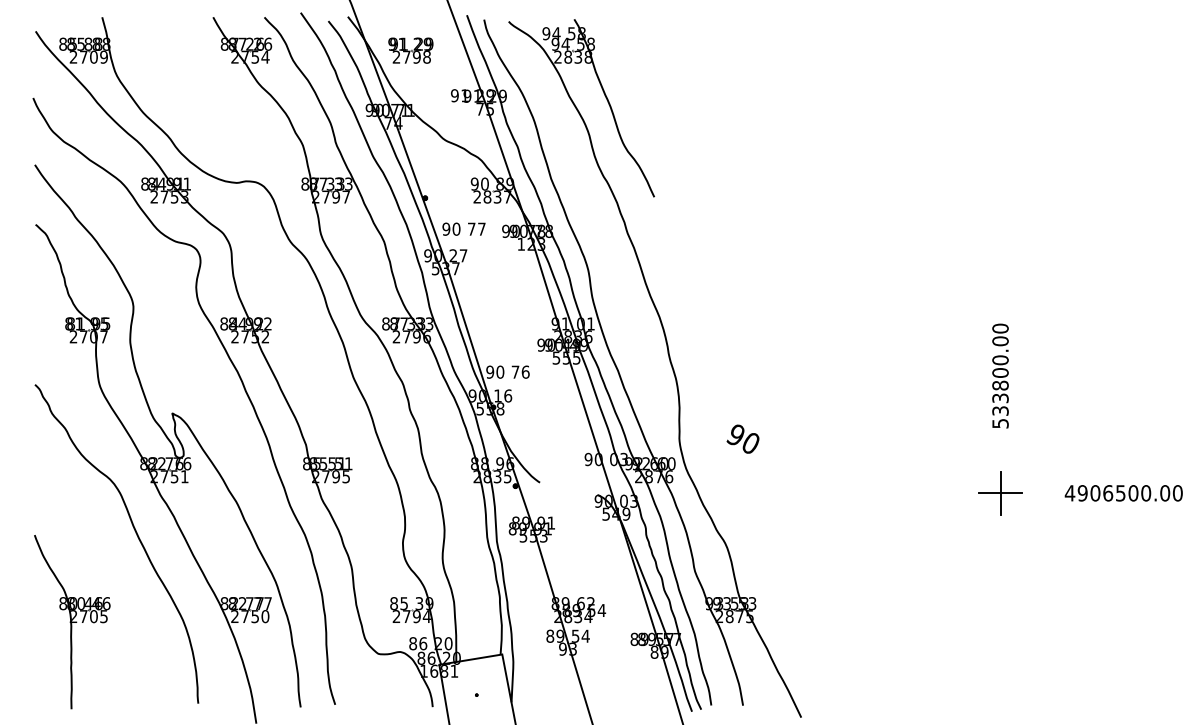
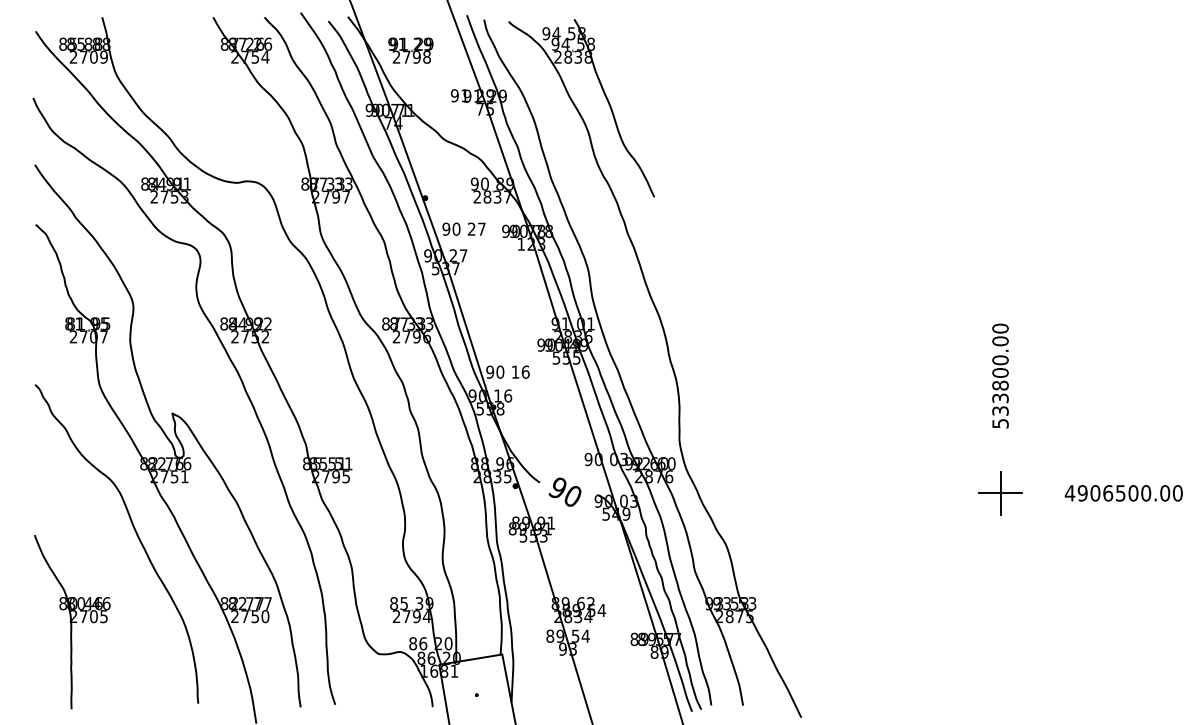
text at (471, 228): 77 -> 27
text at (515, 371): 76 -> 16
text at (742, 438) position: (742, 438) -> (564, 491)
